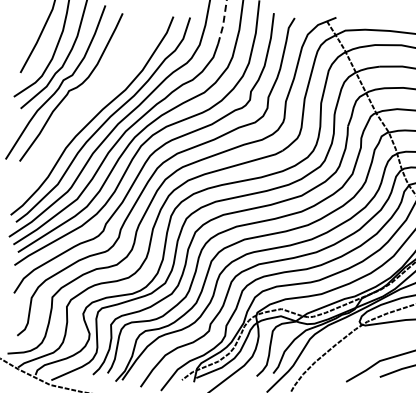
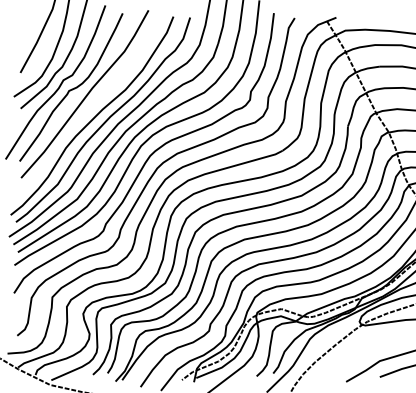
line at (223, 22): dashed -> solid
curve at (85, 95): none -> present
